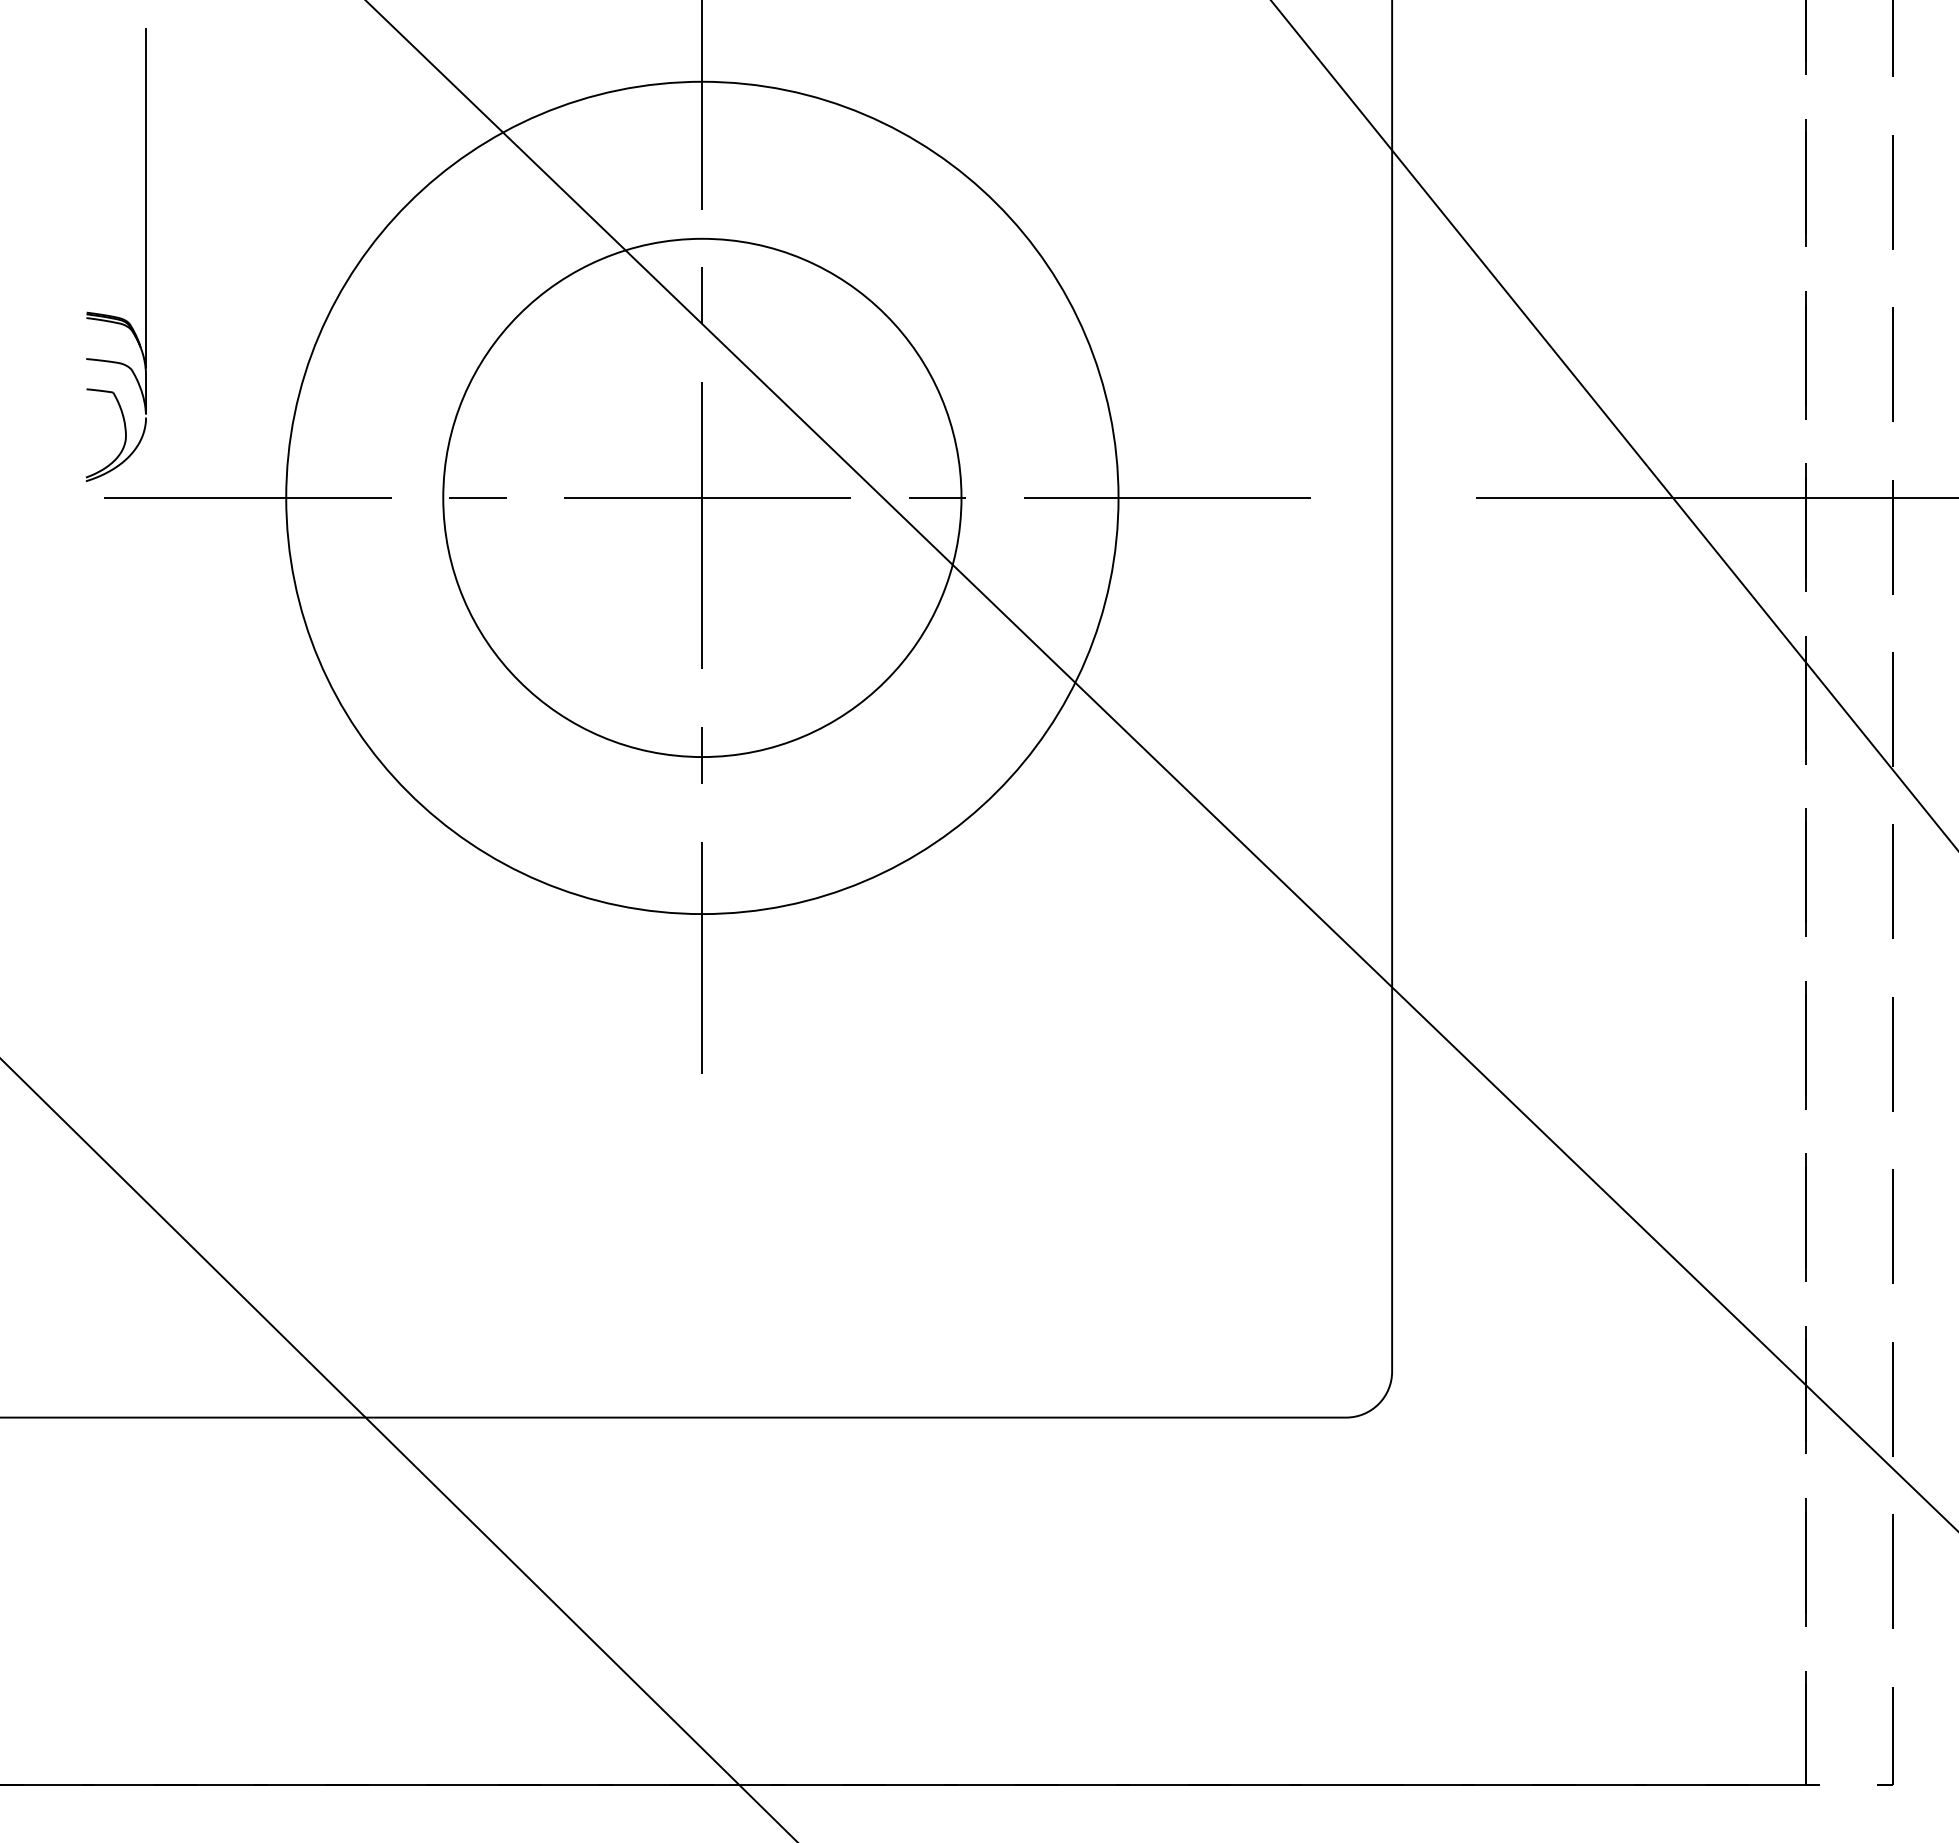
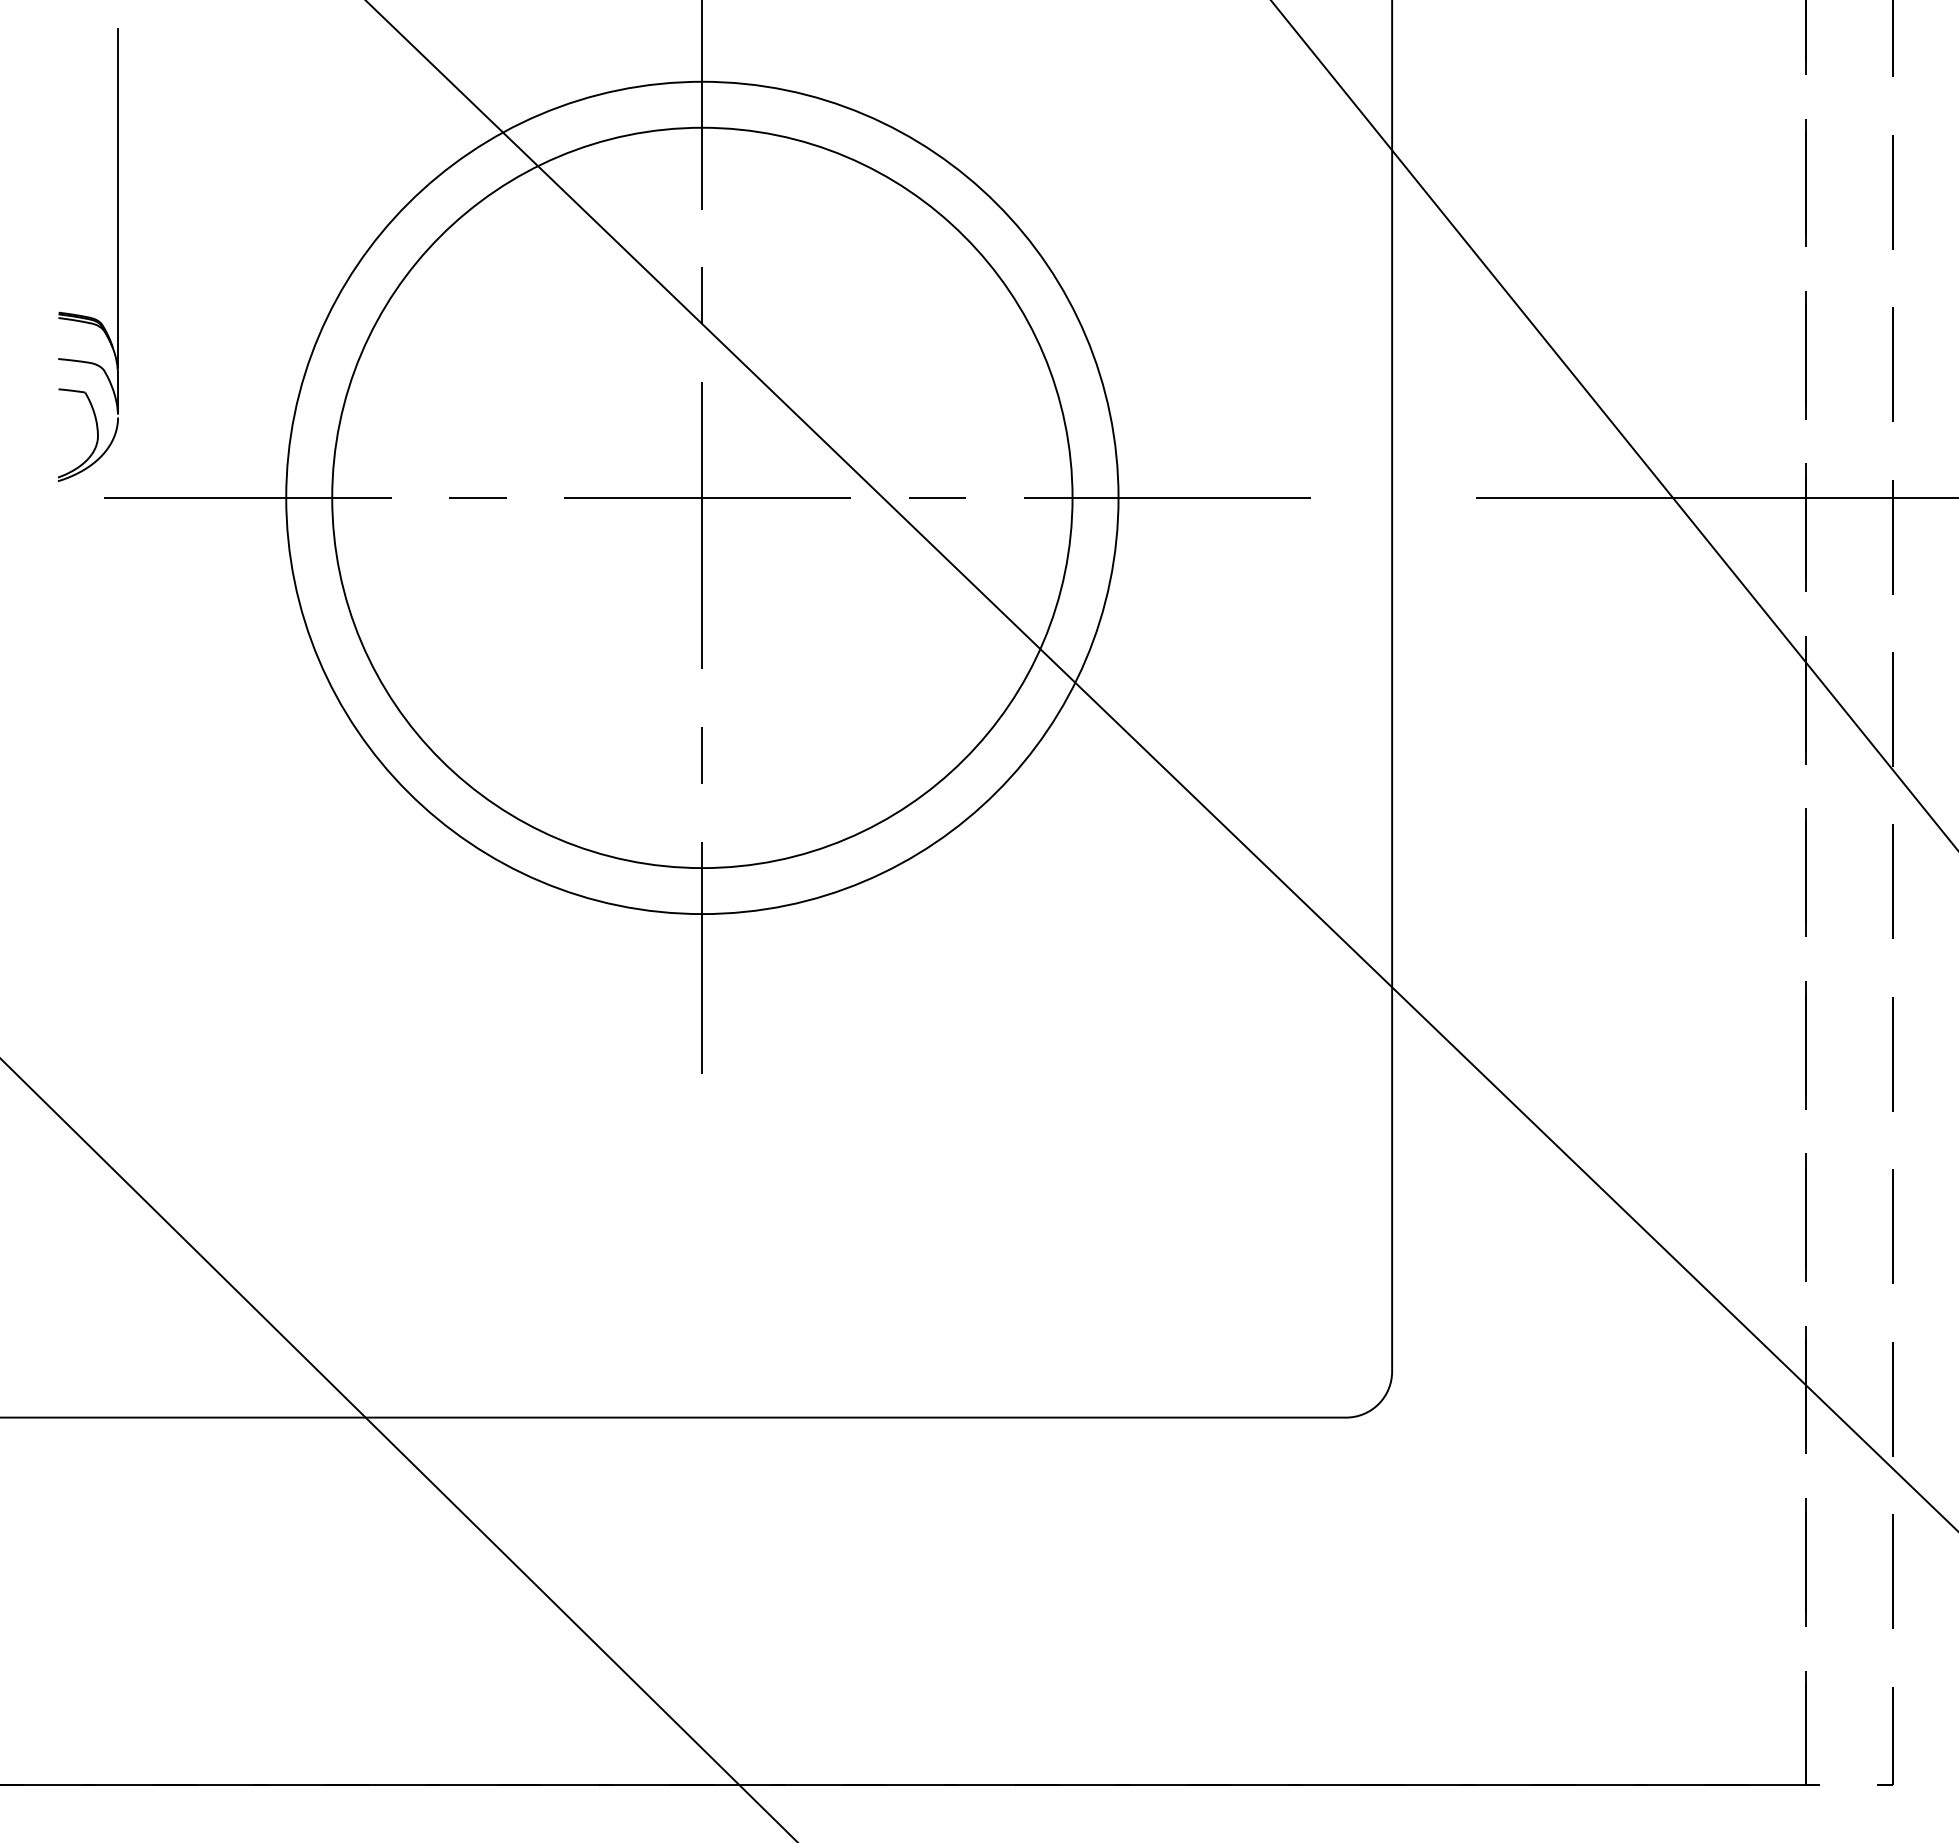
part at (145, 254) position: (145, 254) -> (117, 254)
circle at (702, 497) diameter: 518 px -> 740 px
